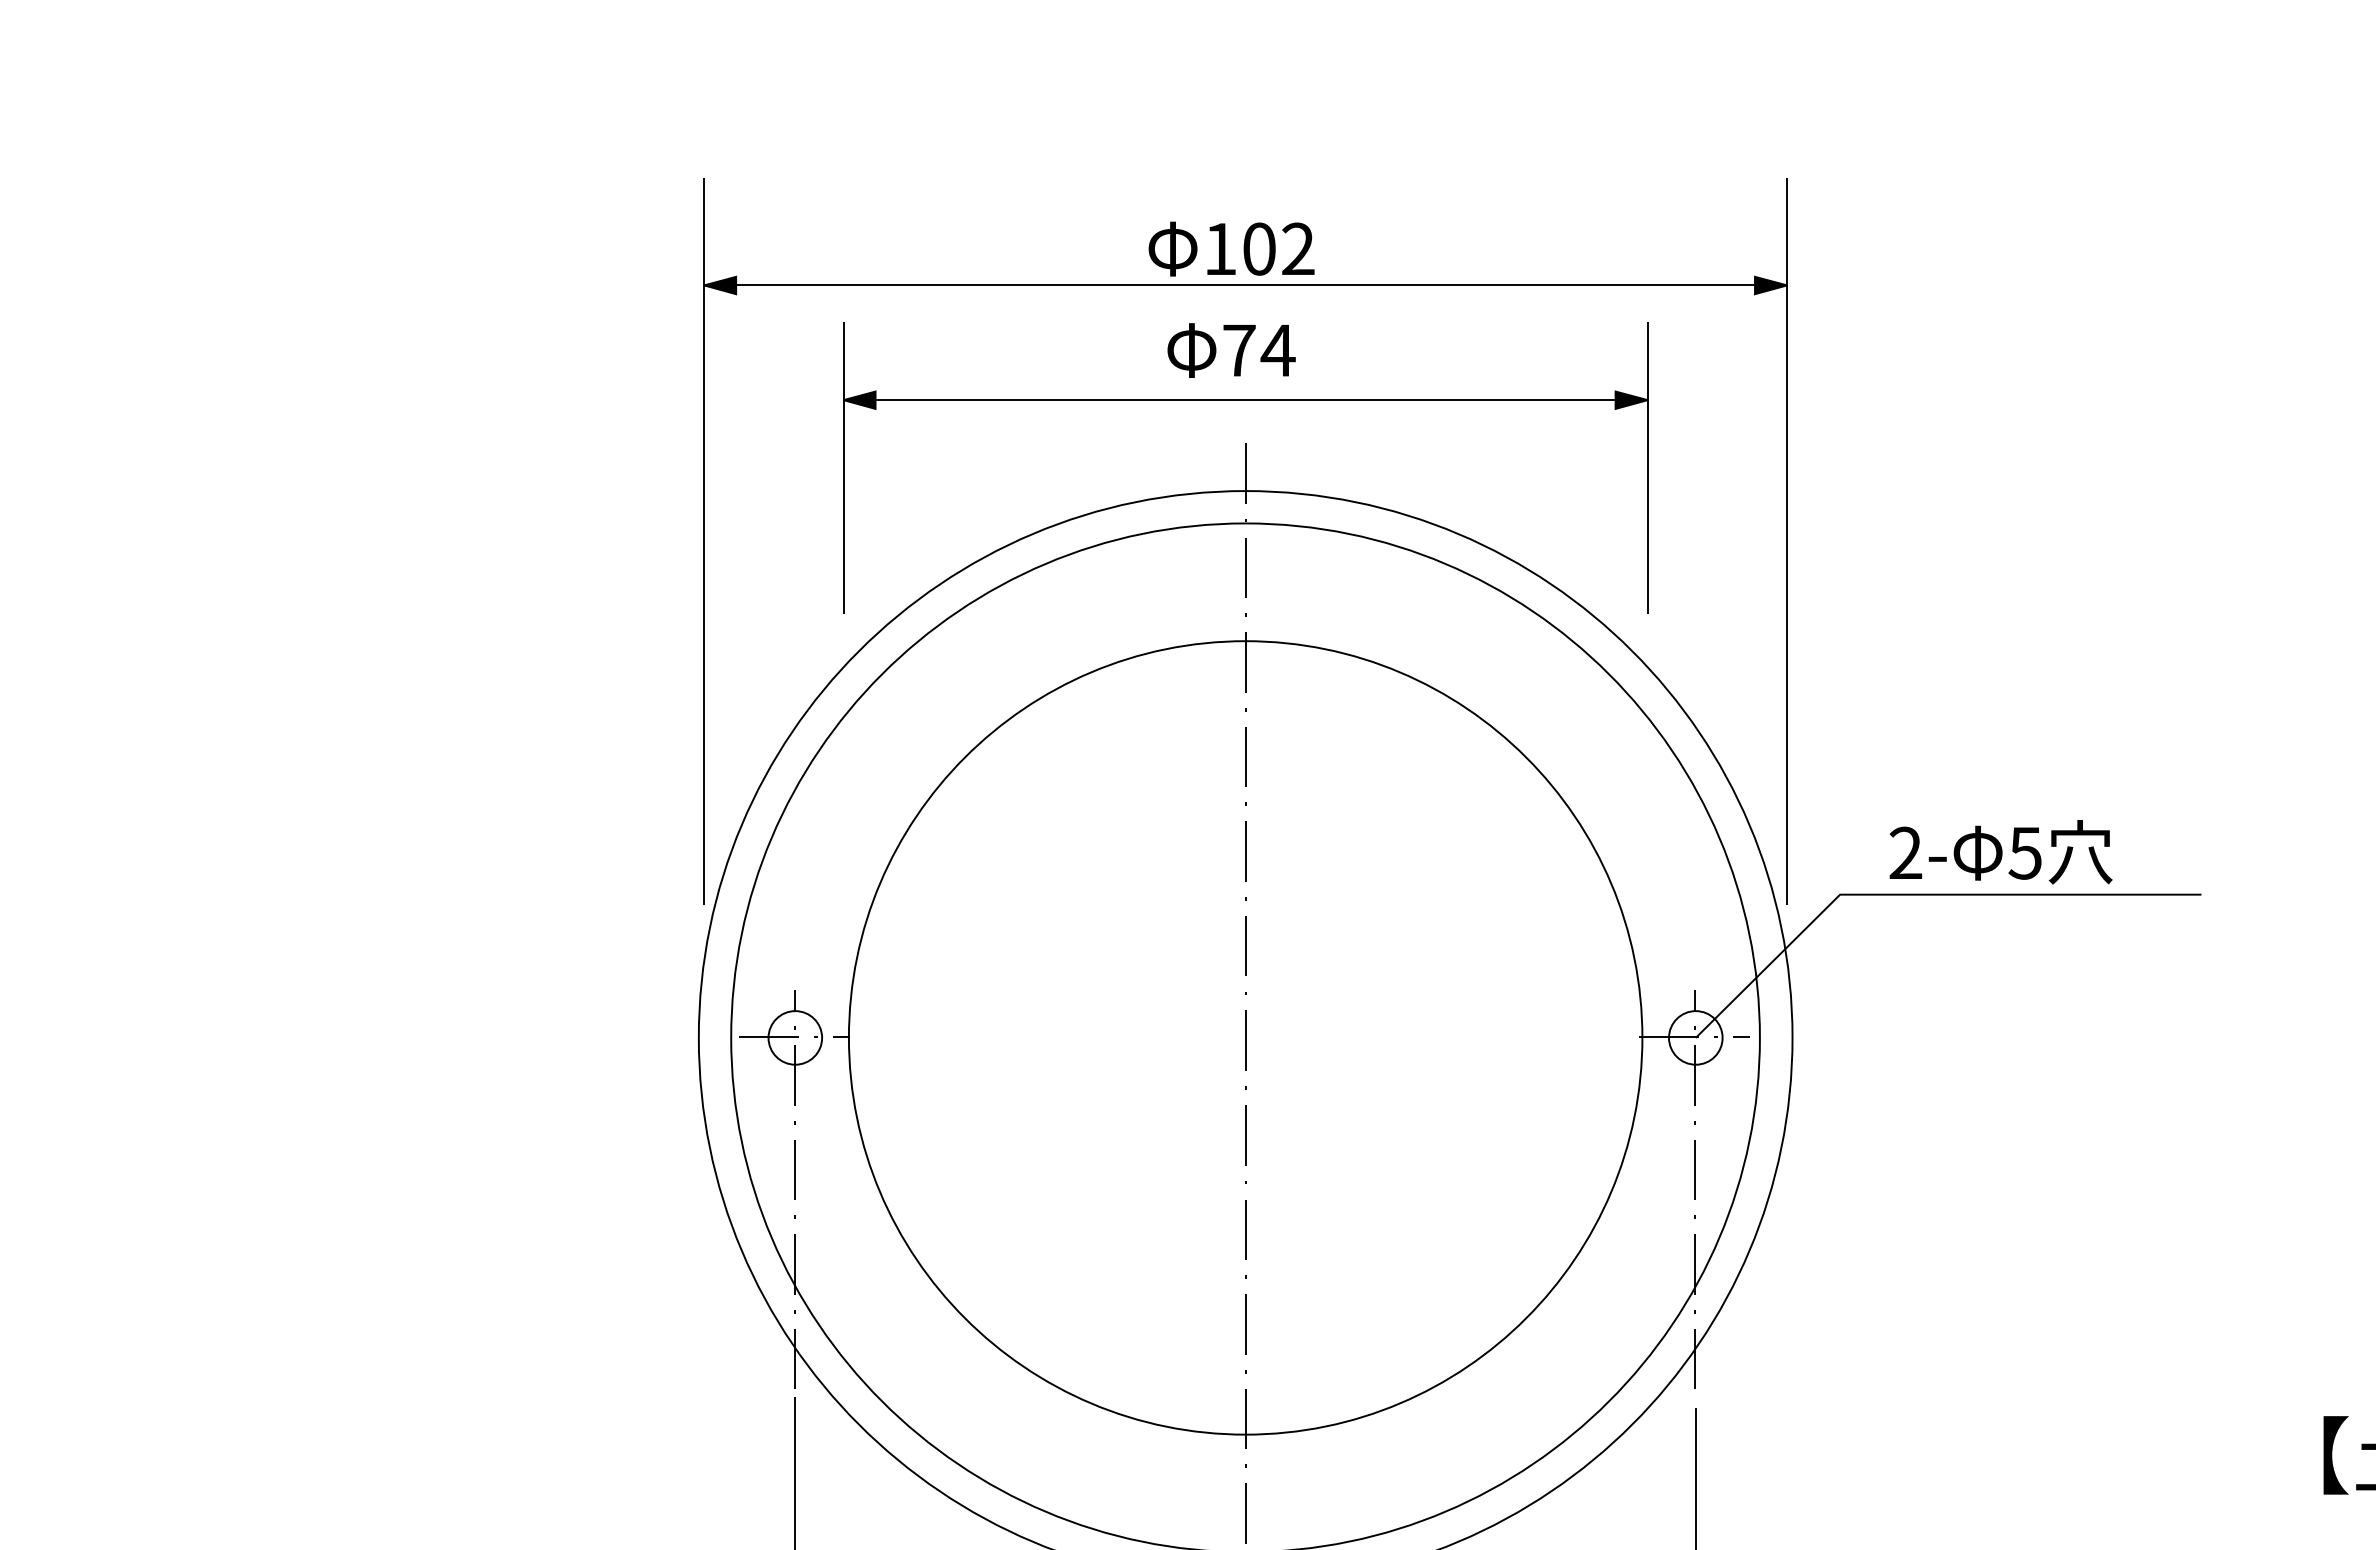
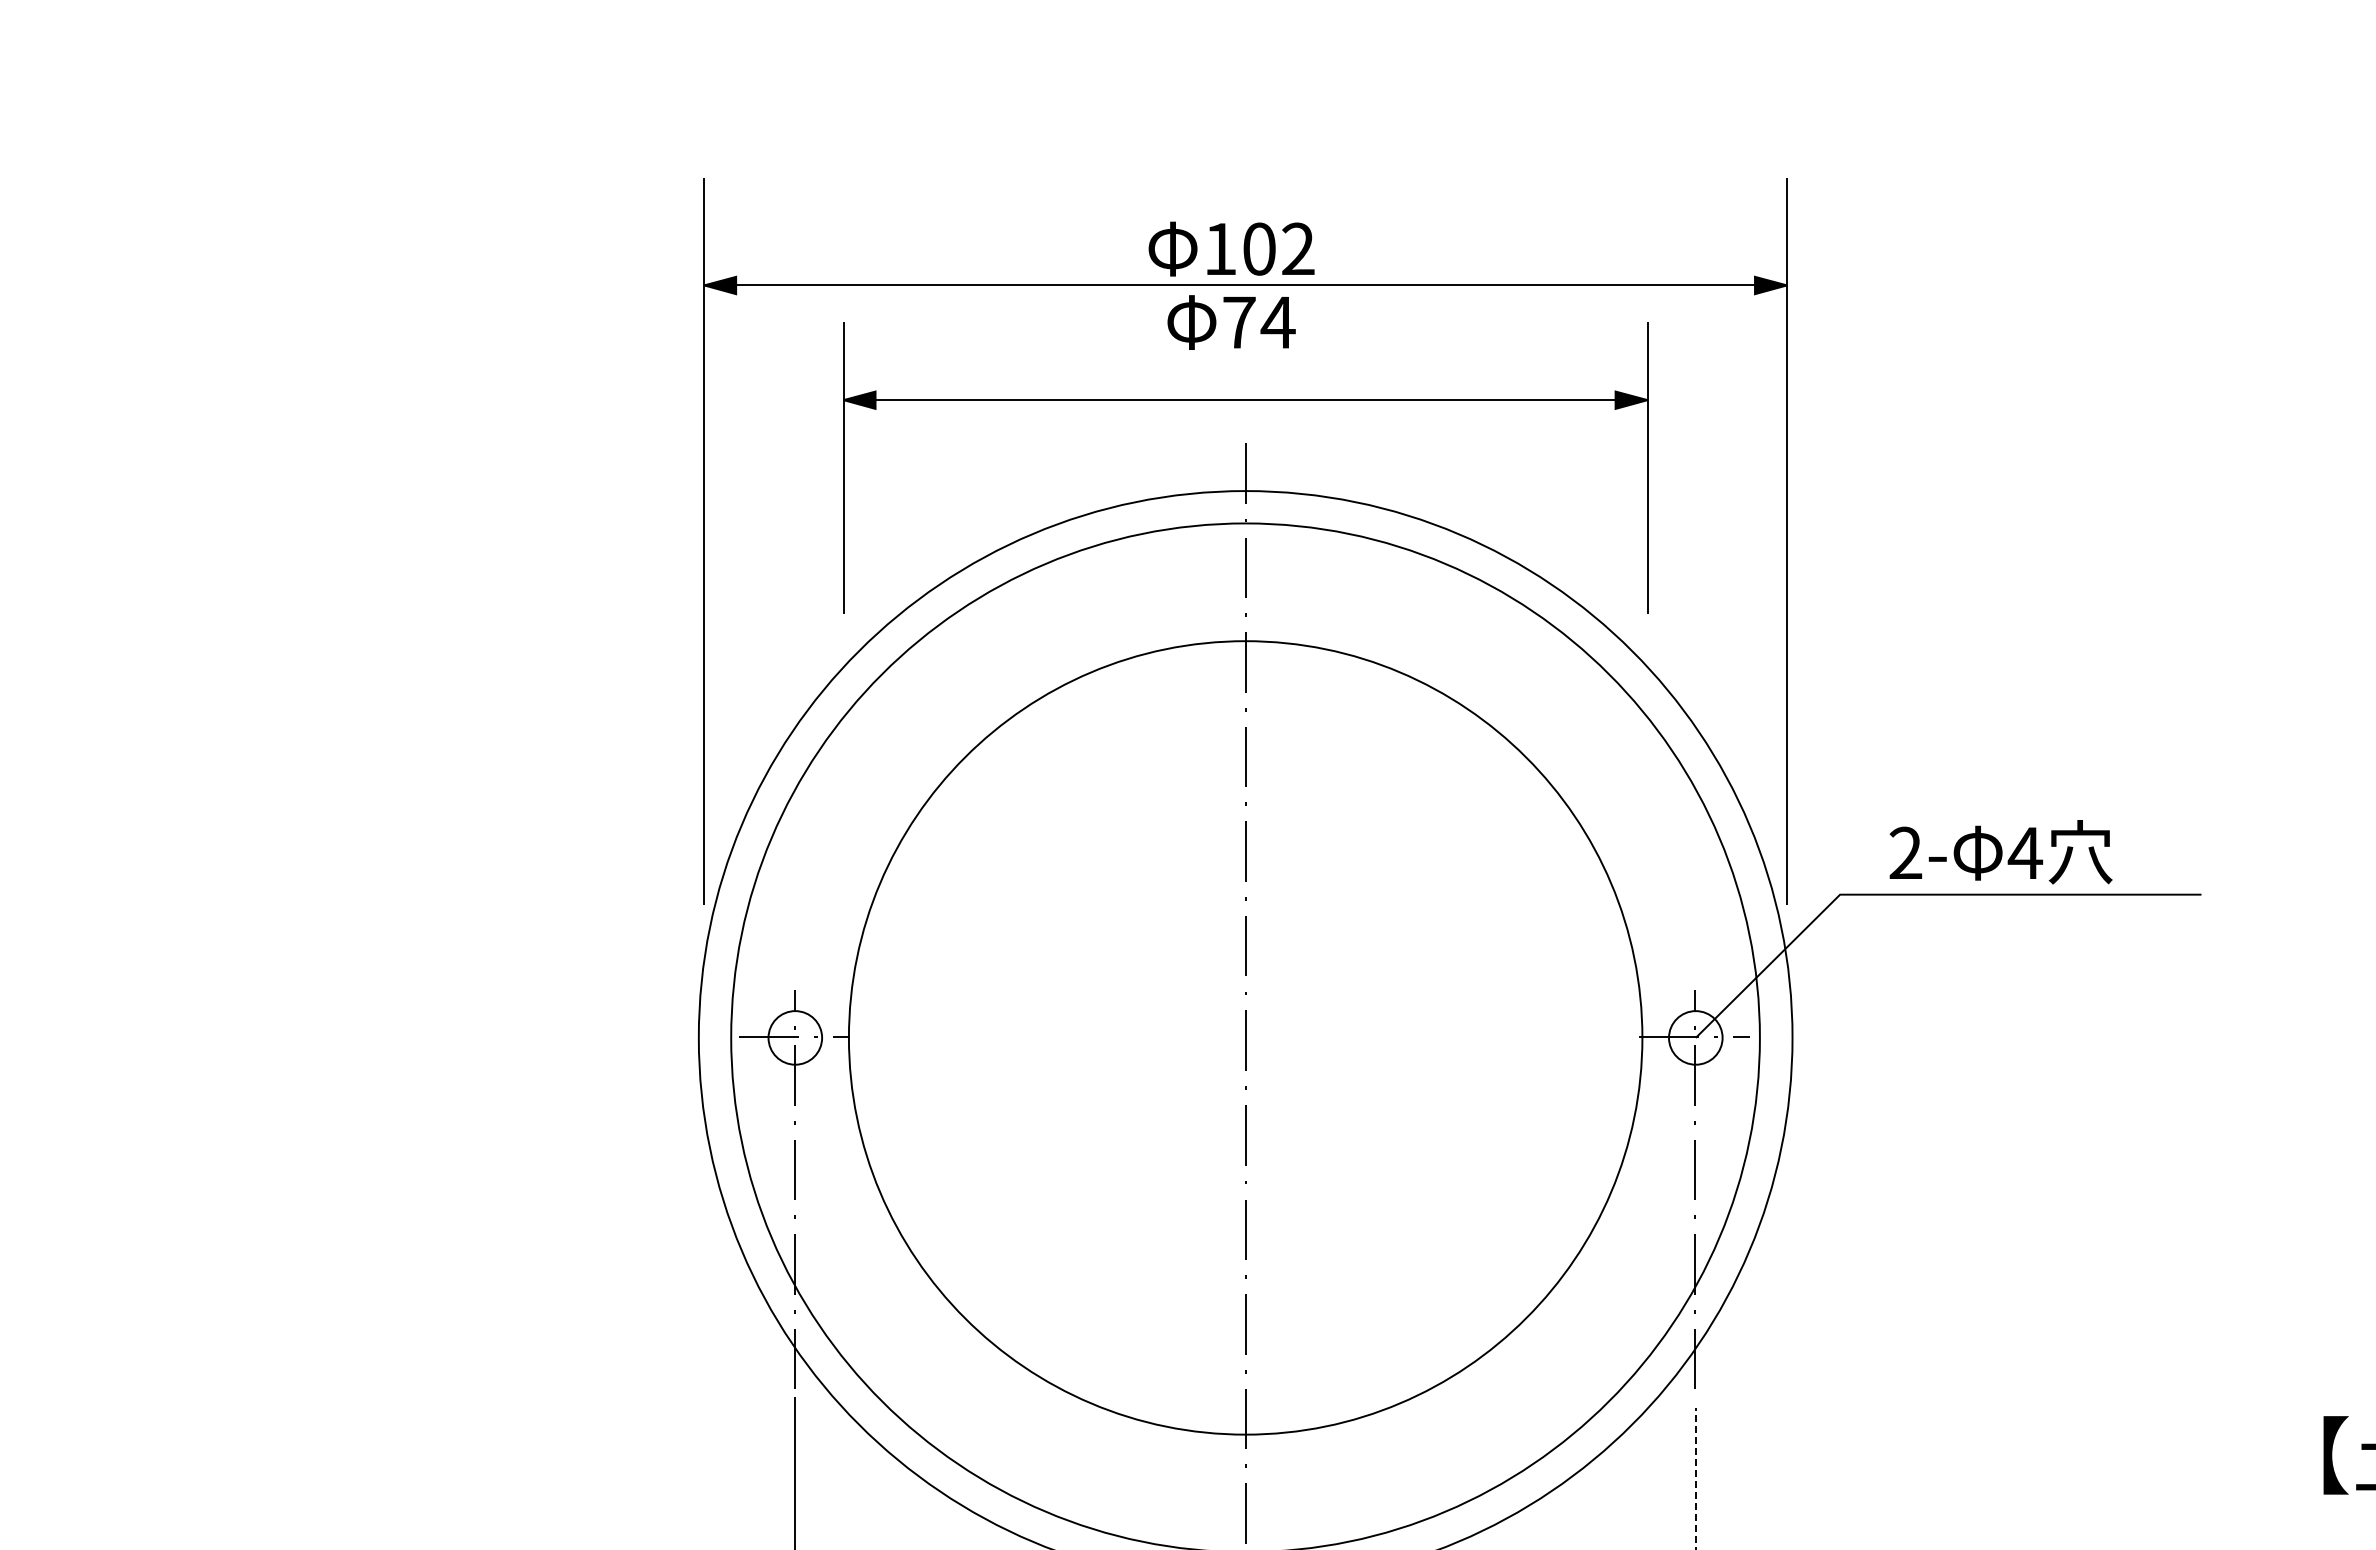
text at (1231, 350) position: (1231, 350) -> (1231, 322)
text at (2025, 853): 5 -> 4
line at (1695, 1478): solid -> dashed
